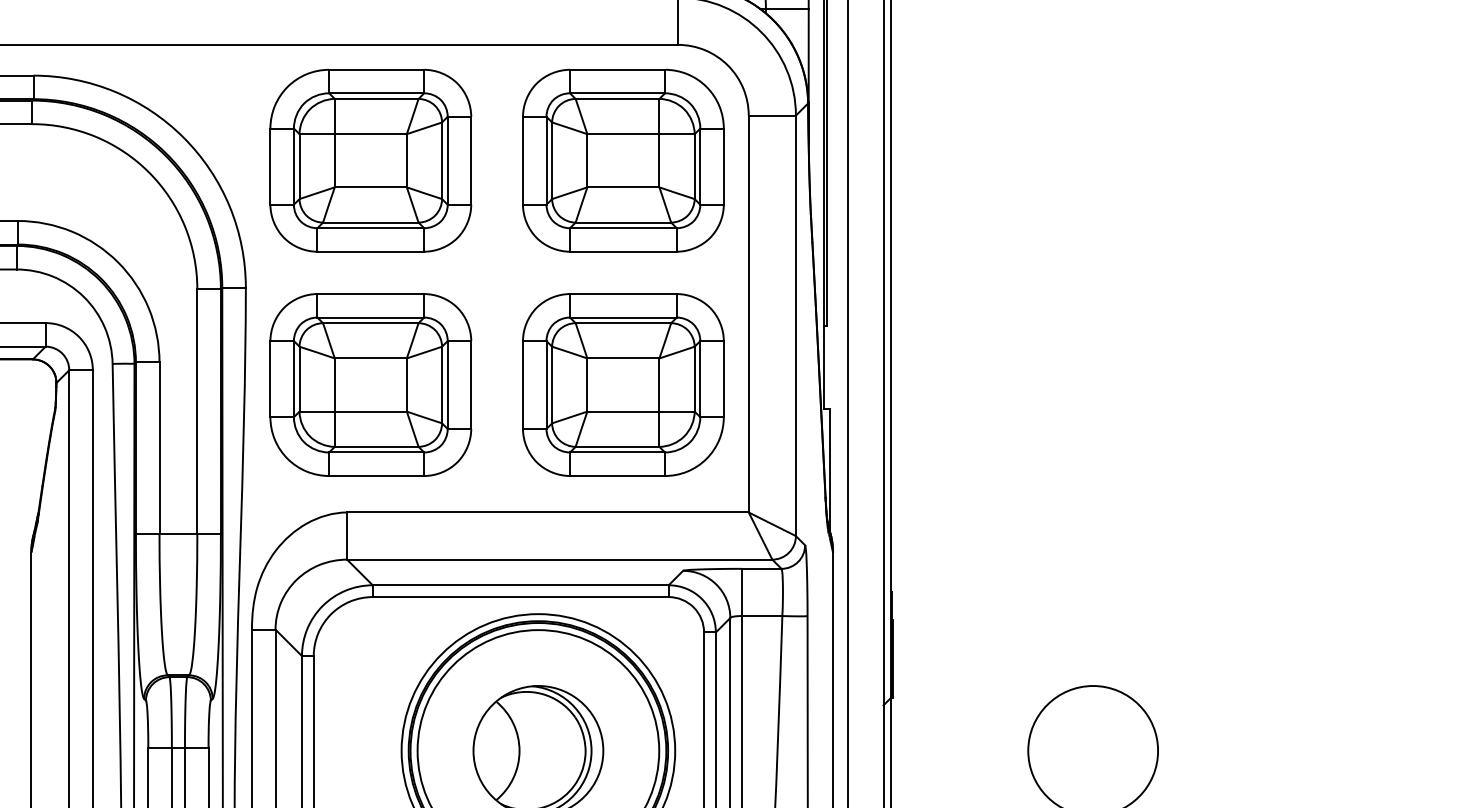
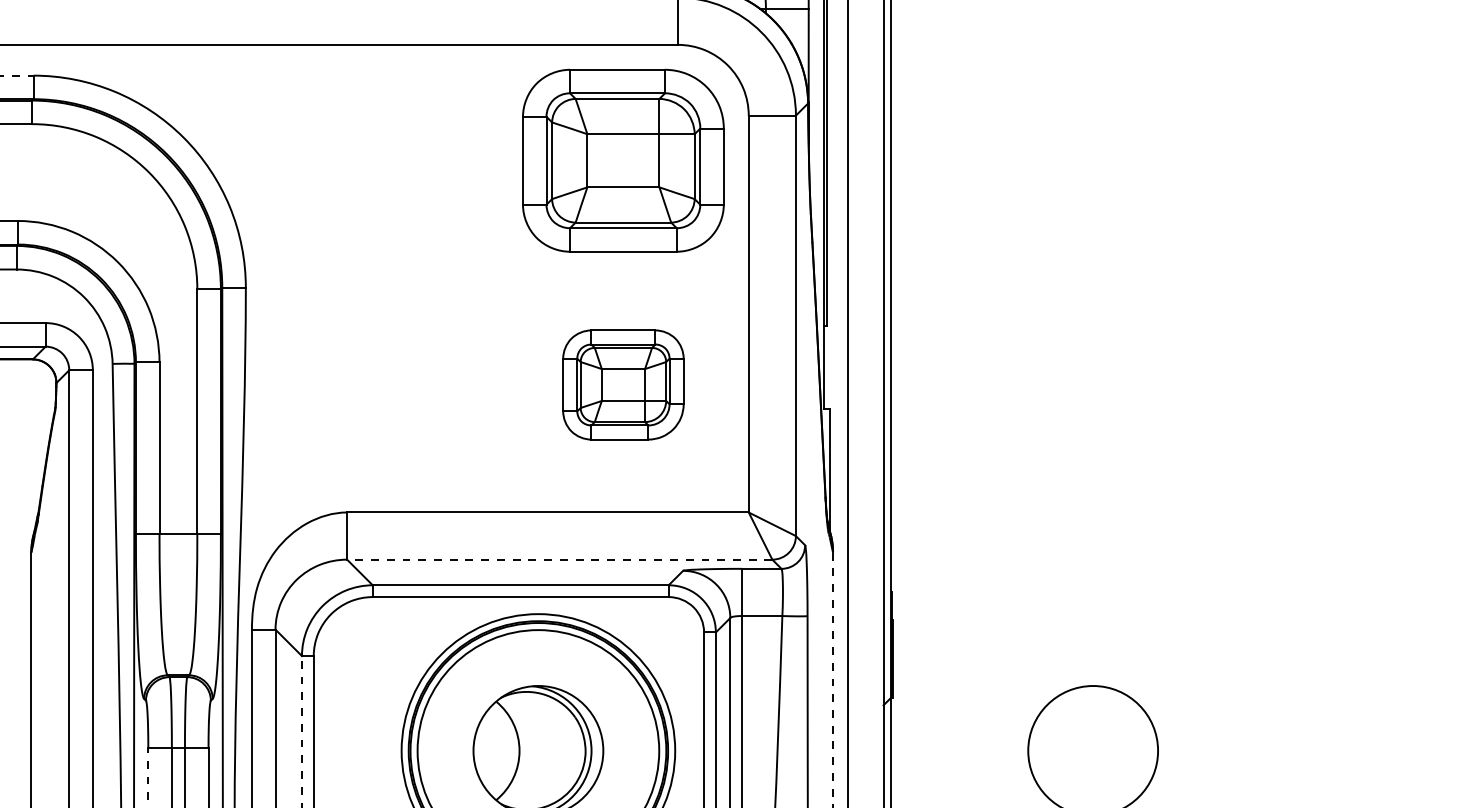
line at (17, 75): solid -> dashed
part at (370, 160): present -> none
part at (370, 384): present -> none
part at (623, 384) size: 203x184 px -> 123x112 px
line at (559, 559): solid -> dashed
line at (833, 680): solid -> dashed
line at (301, 731): solid -> dashed
line at (148, 777): solid -> dashed
